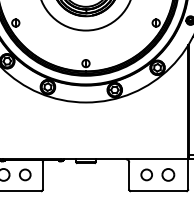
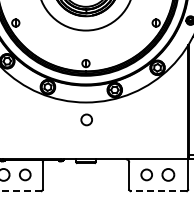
circle at (86, 119): none -> present
line at (20, 191): solid -> dashed
line at (158, 191): solid -> dashed
